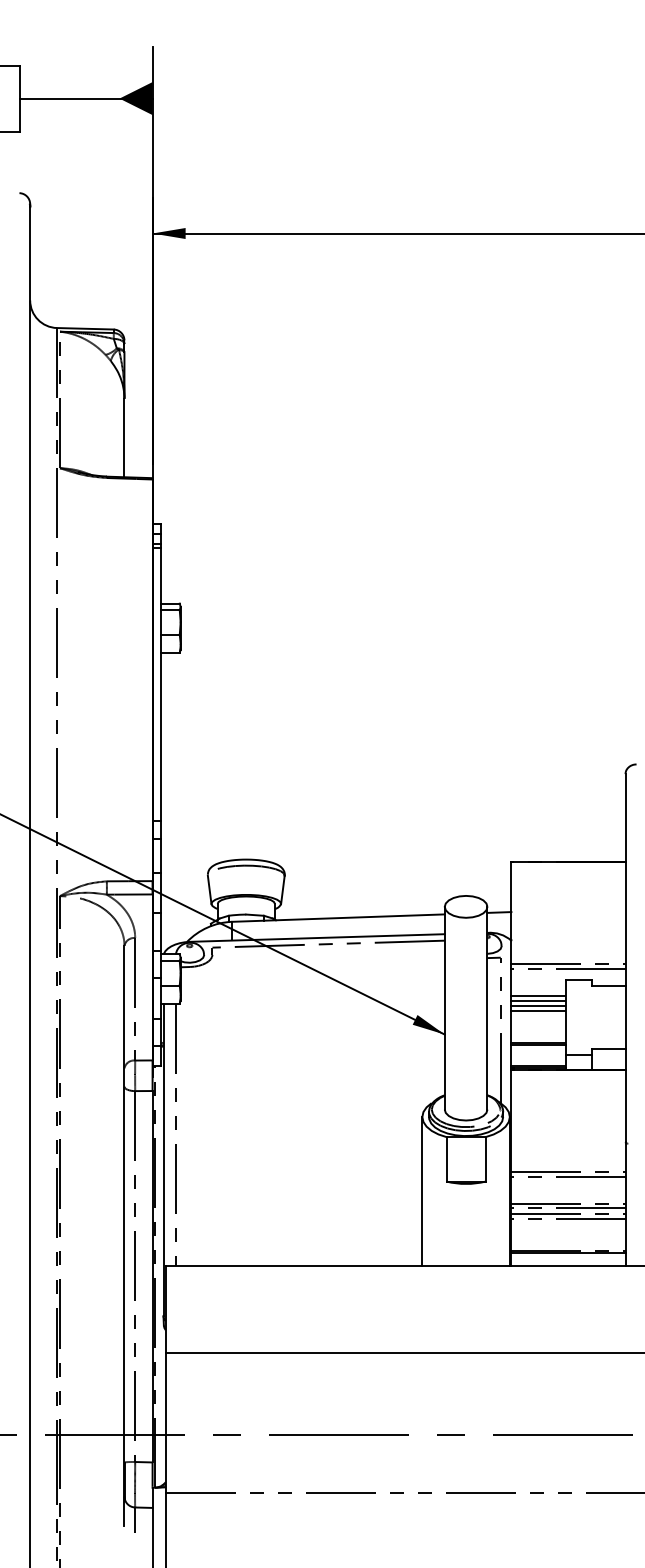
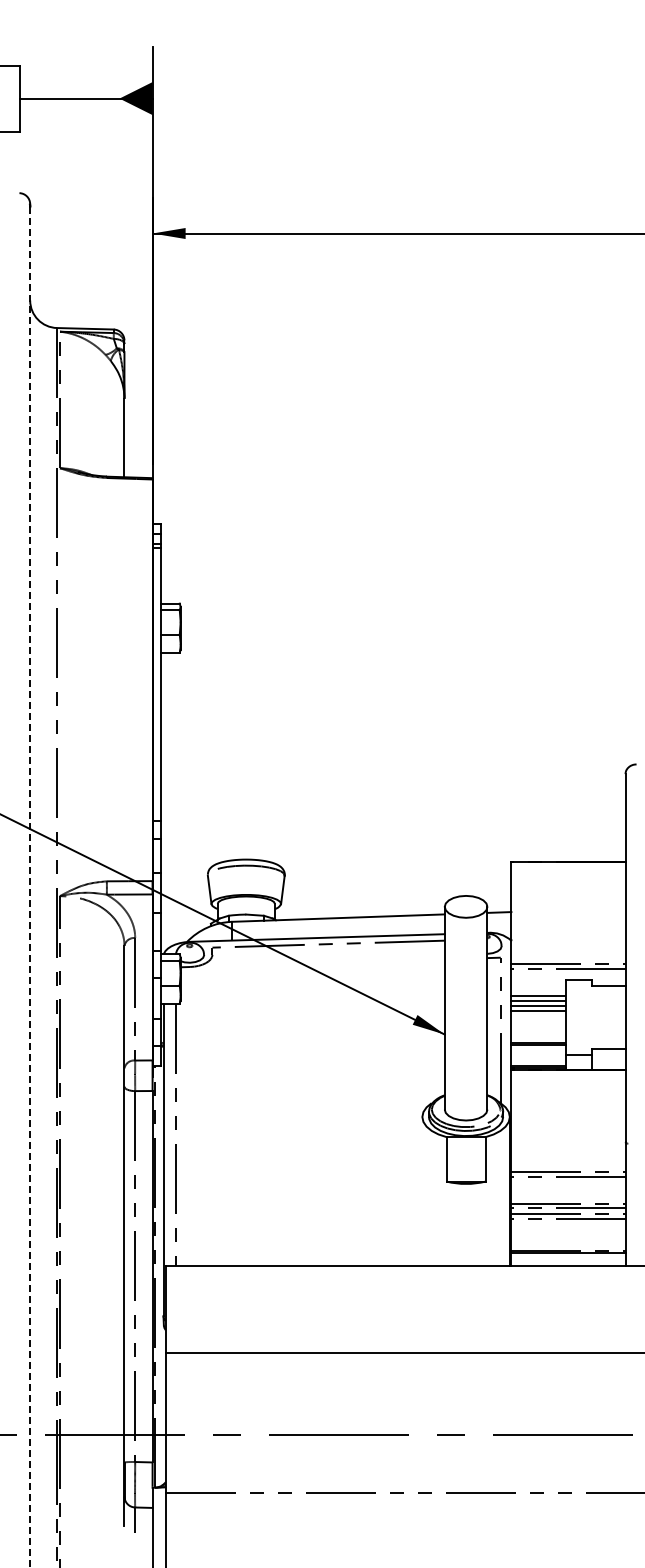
line at (30, 887): solid -> dashed
line at (422, 1191): present -> none
